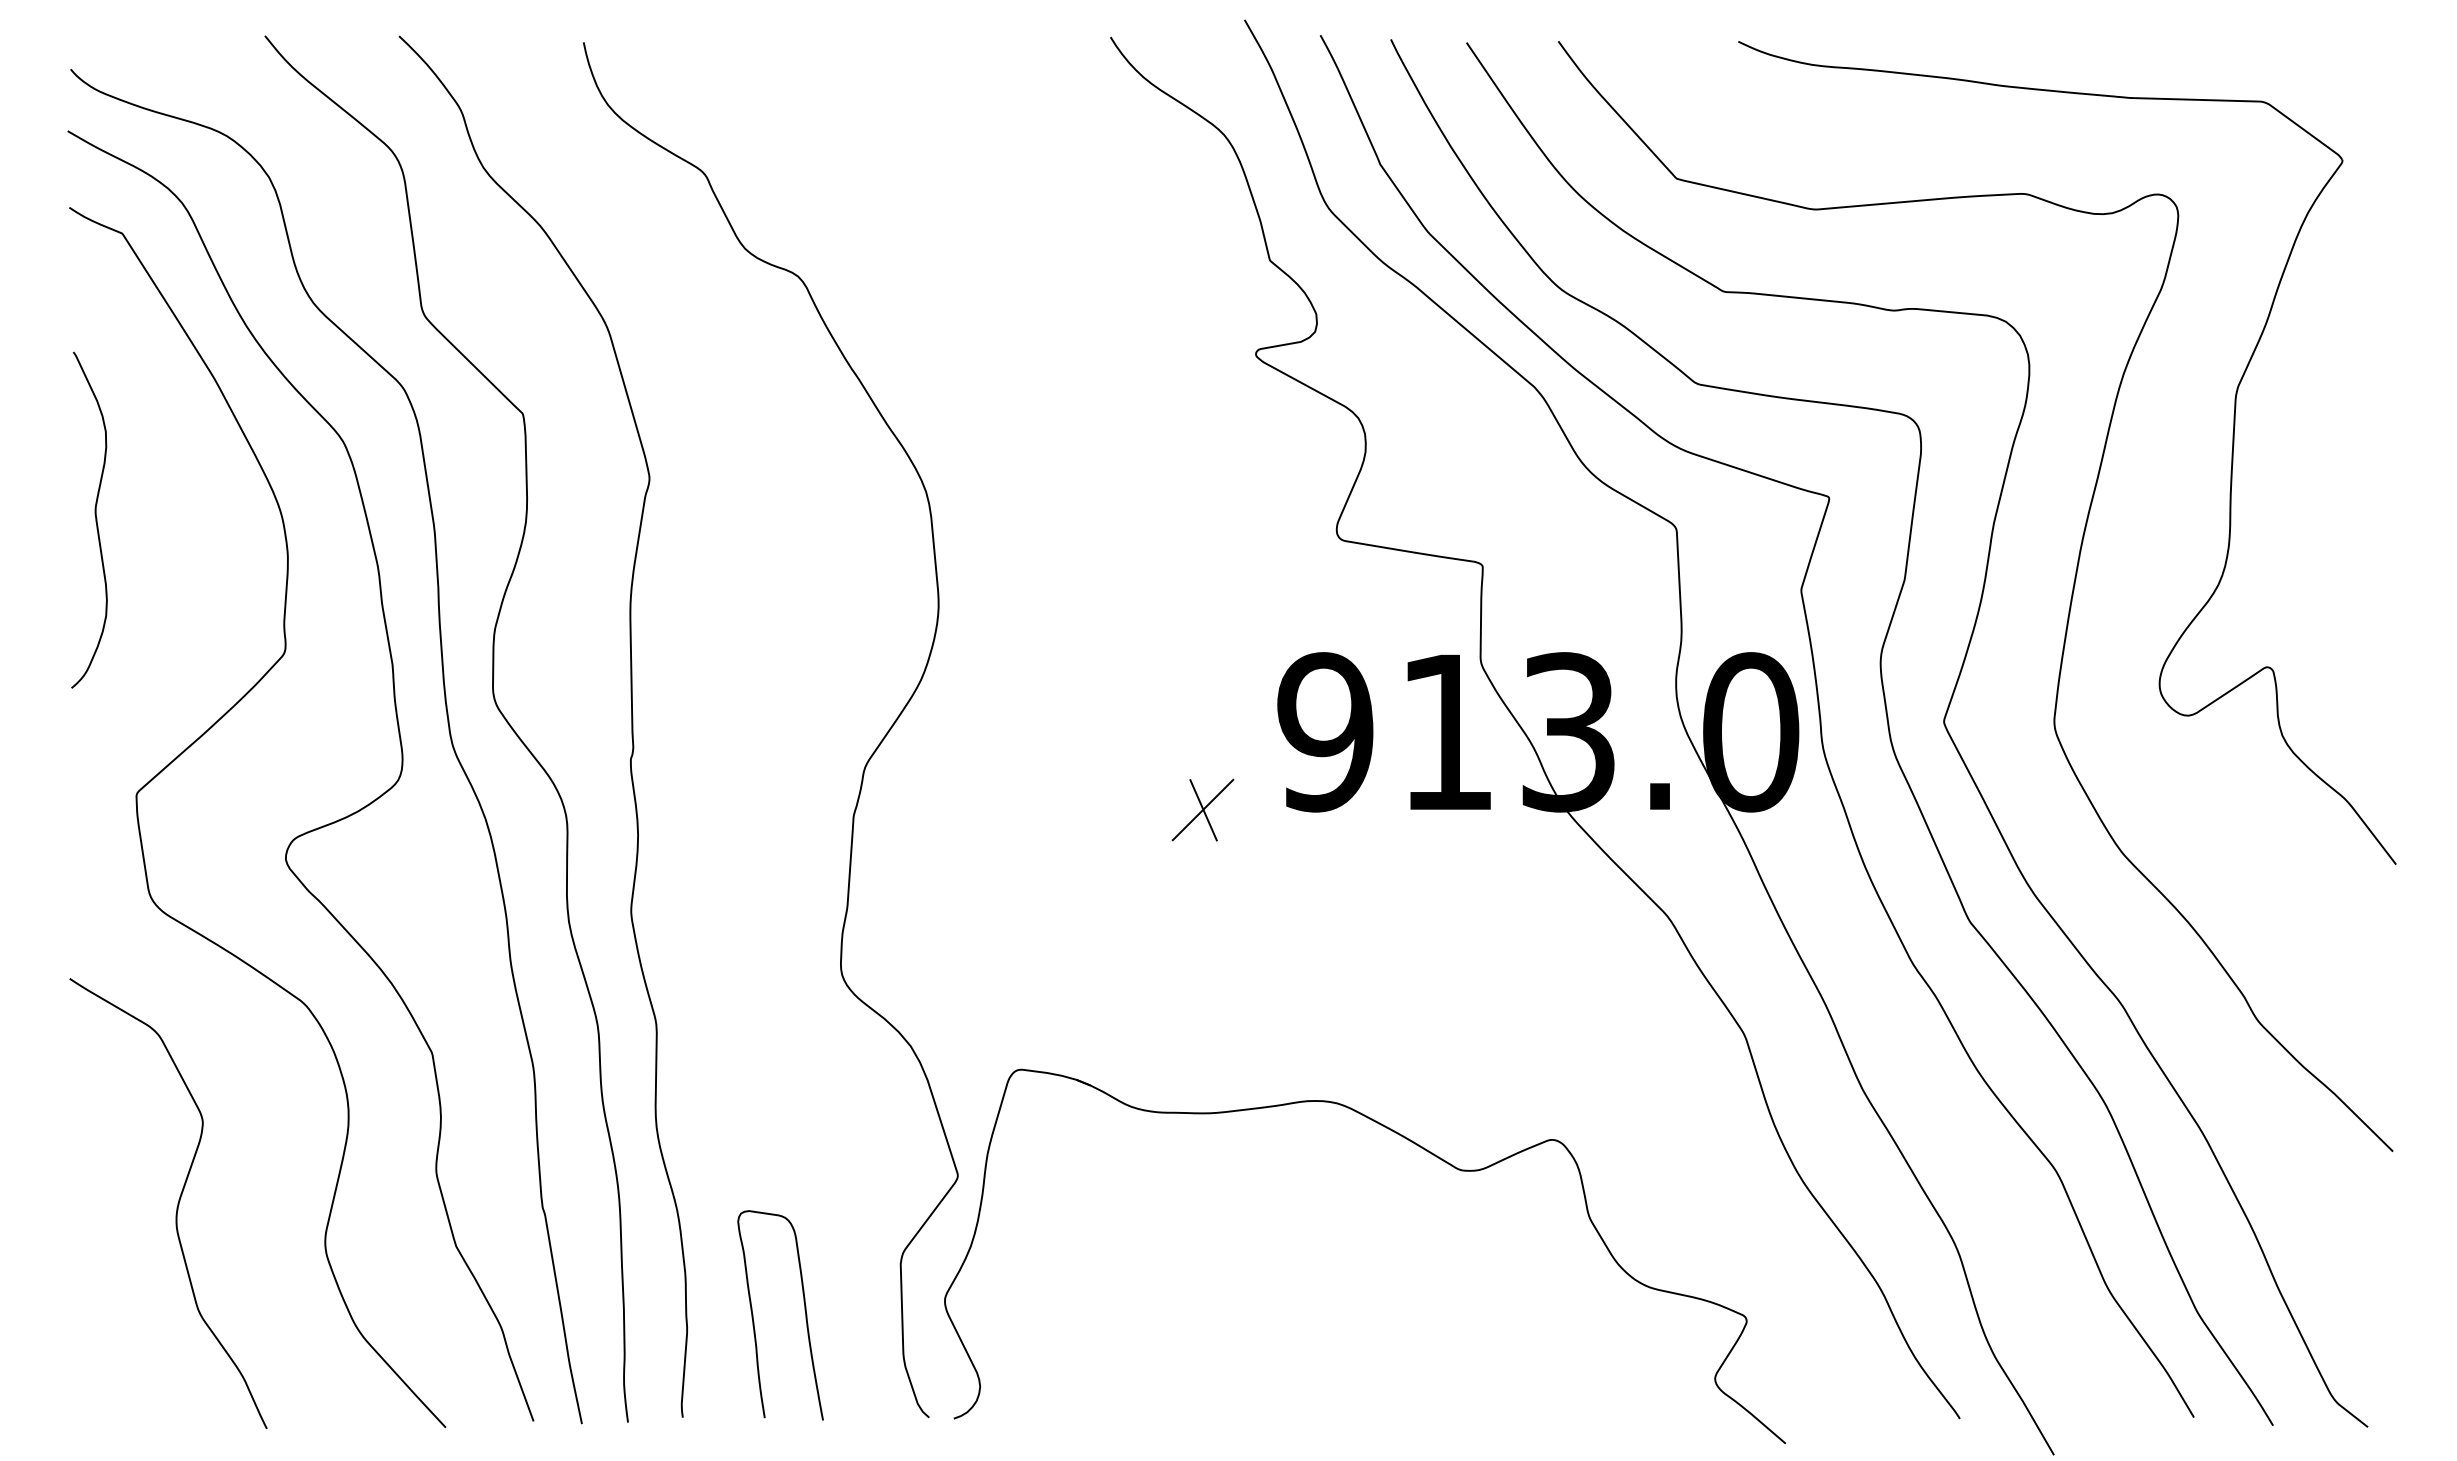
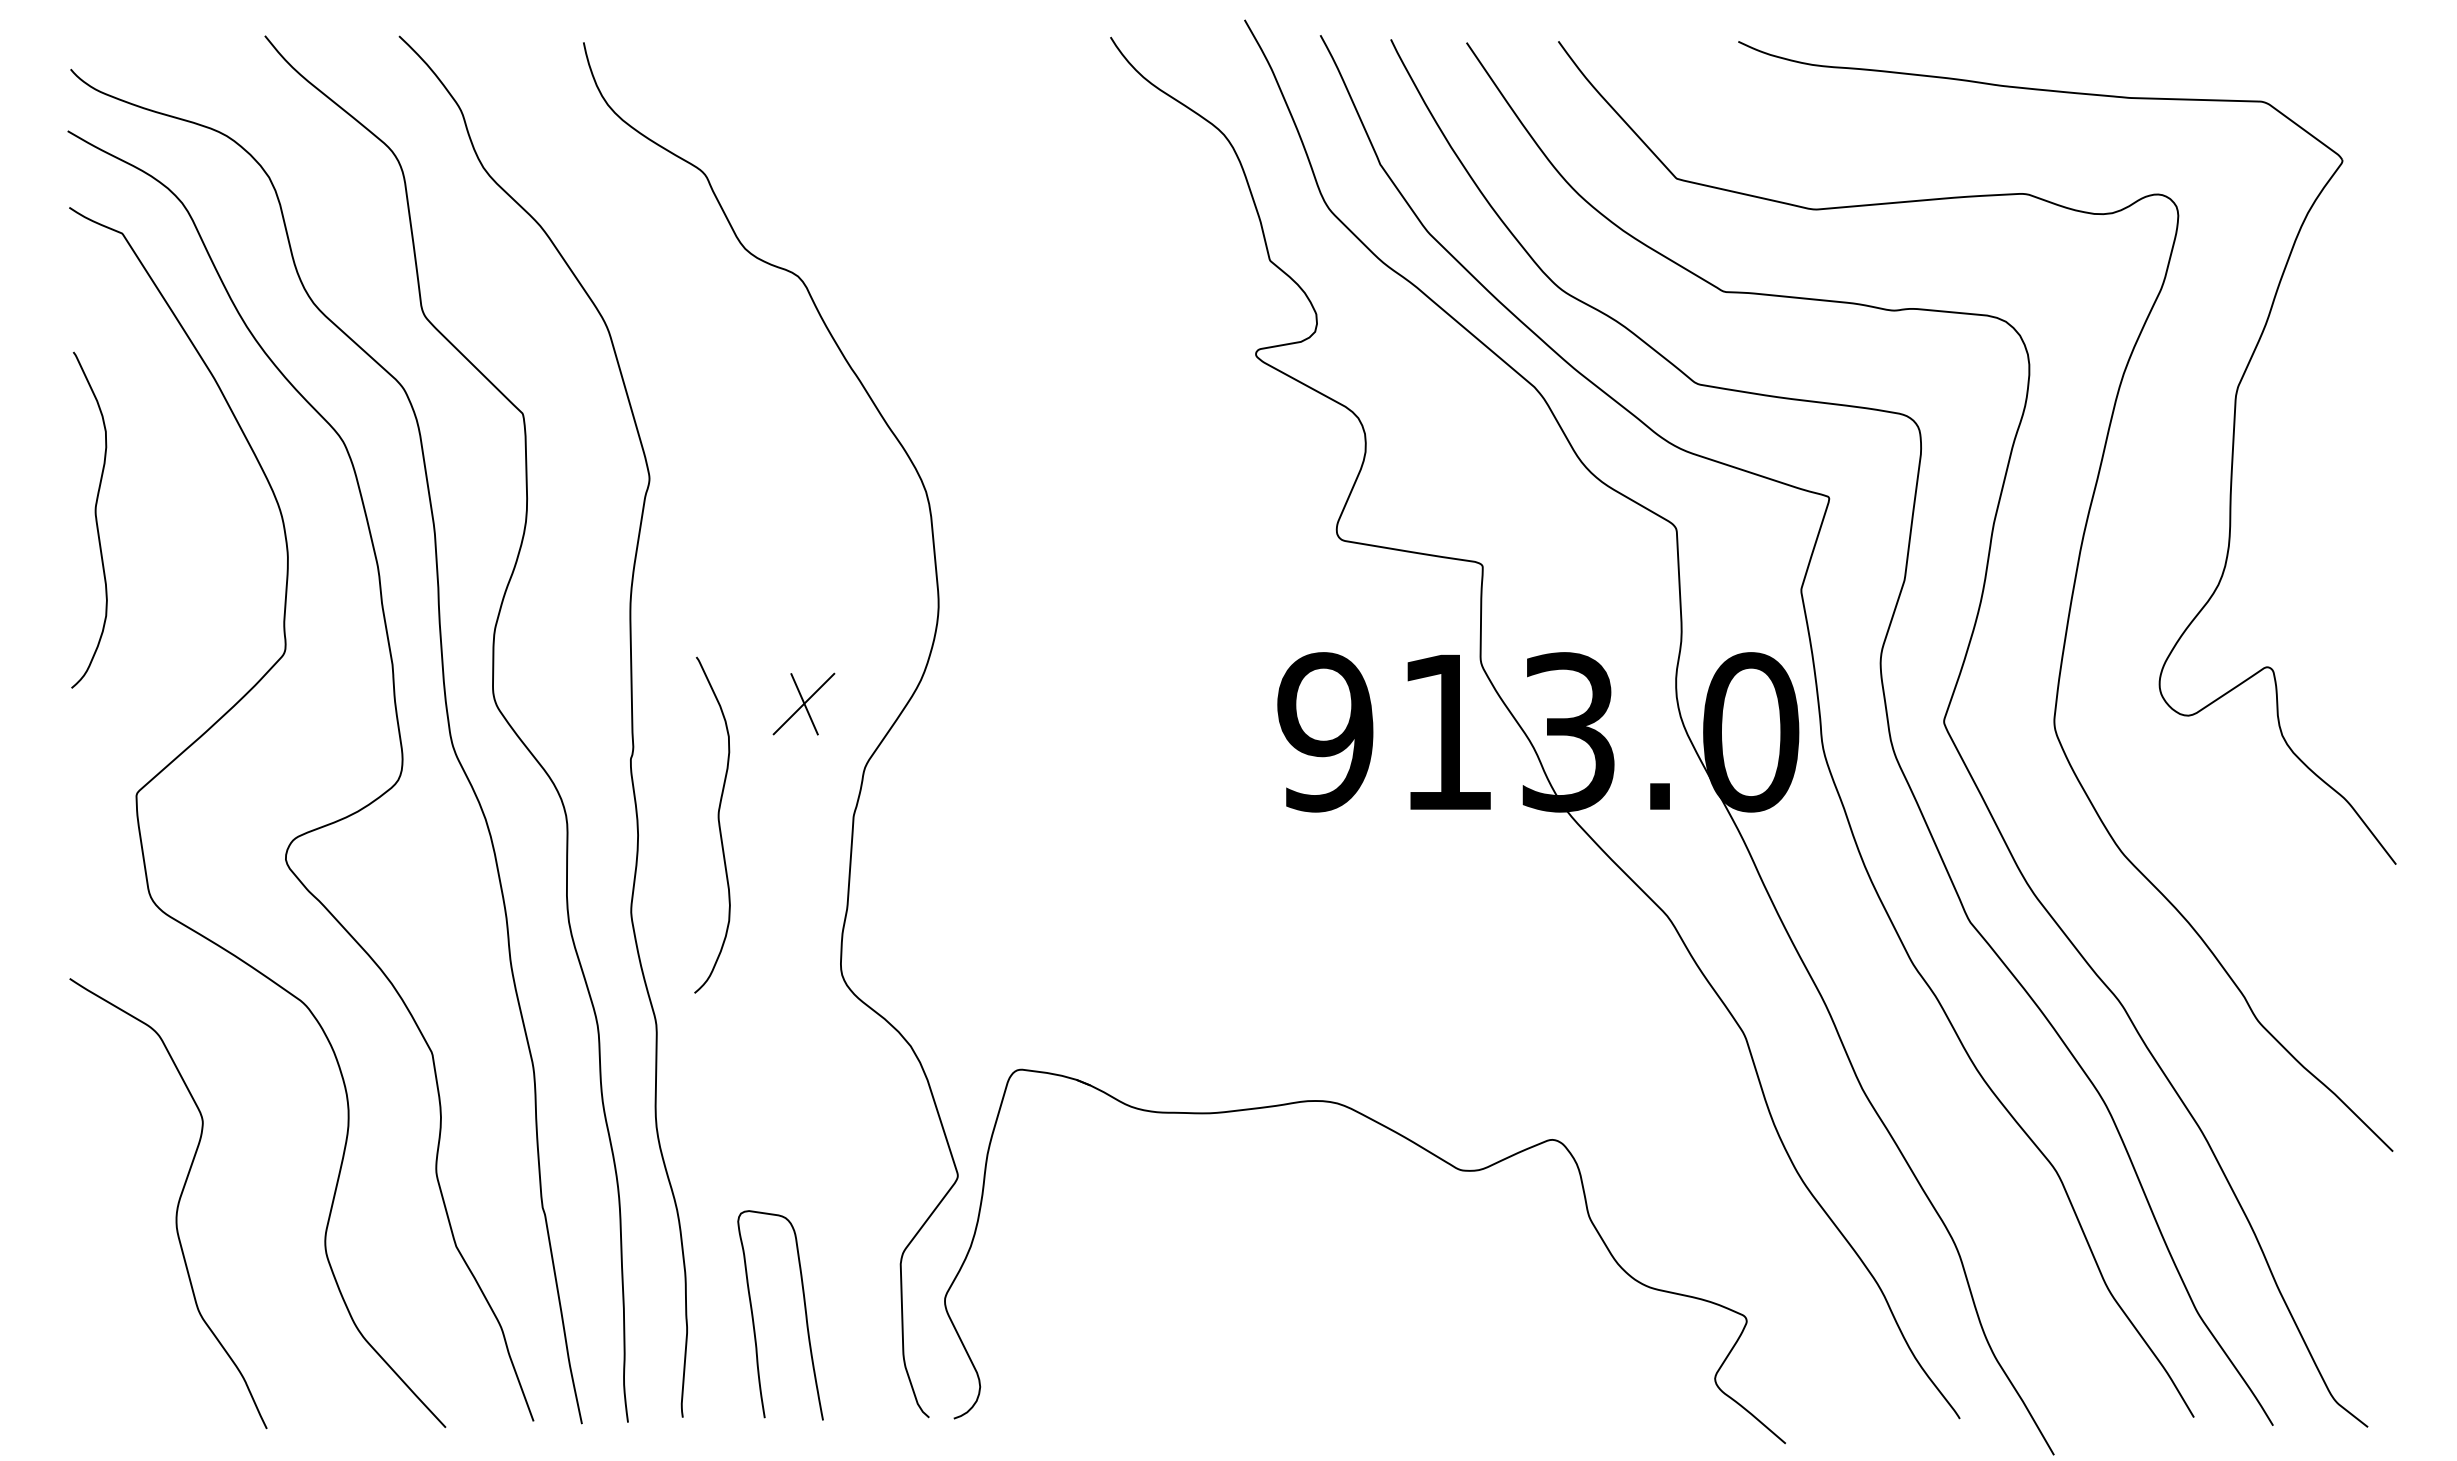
part at (1202, 809) position: (1202, 809) -> (803, 703)
curve at (718, 824): none -> present
